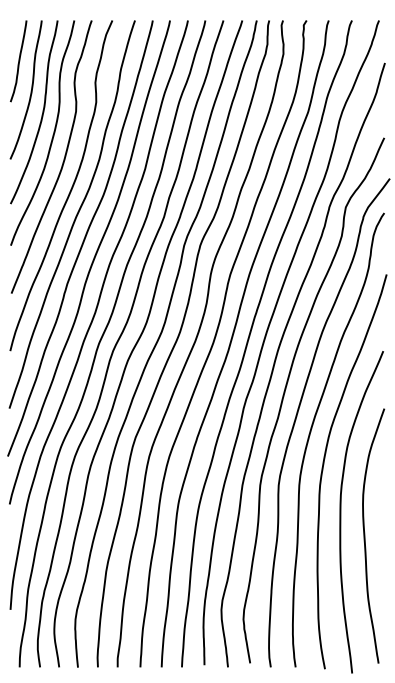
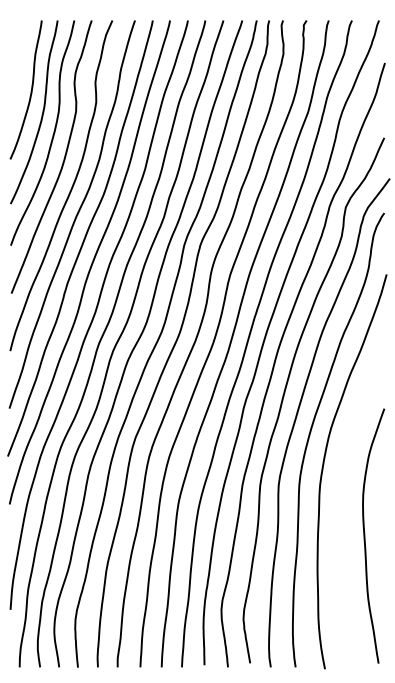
curve at (18, 61): present -> none
curve at (341, 512): present -> none
